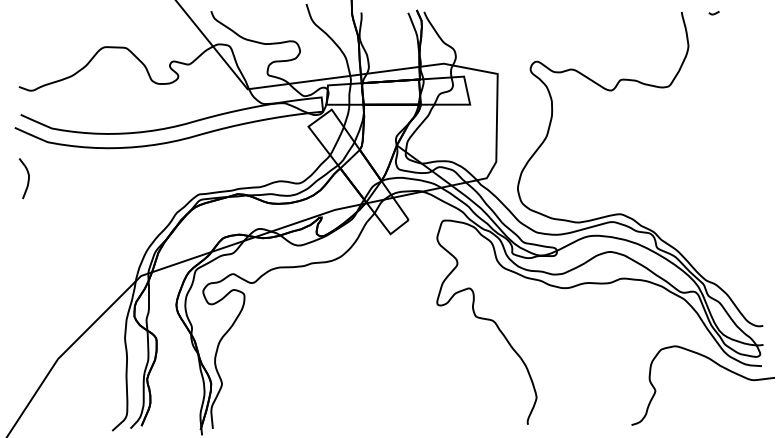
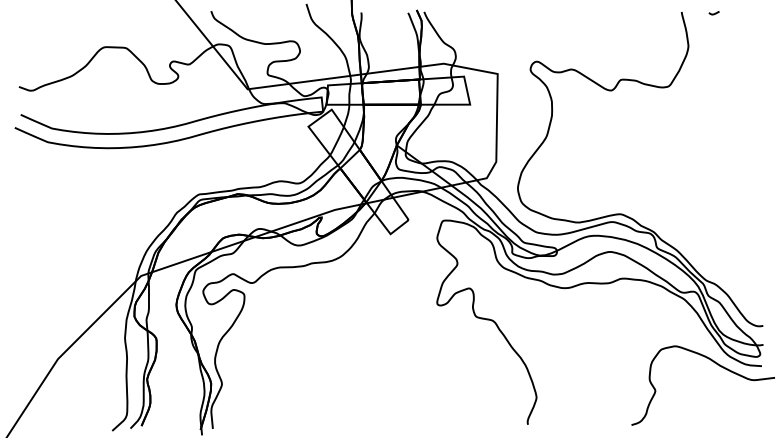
curve at (27, 180): present -> none
